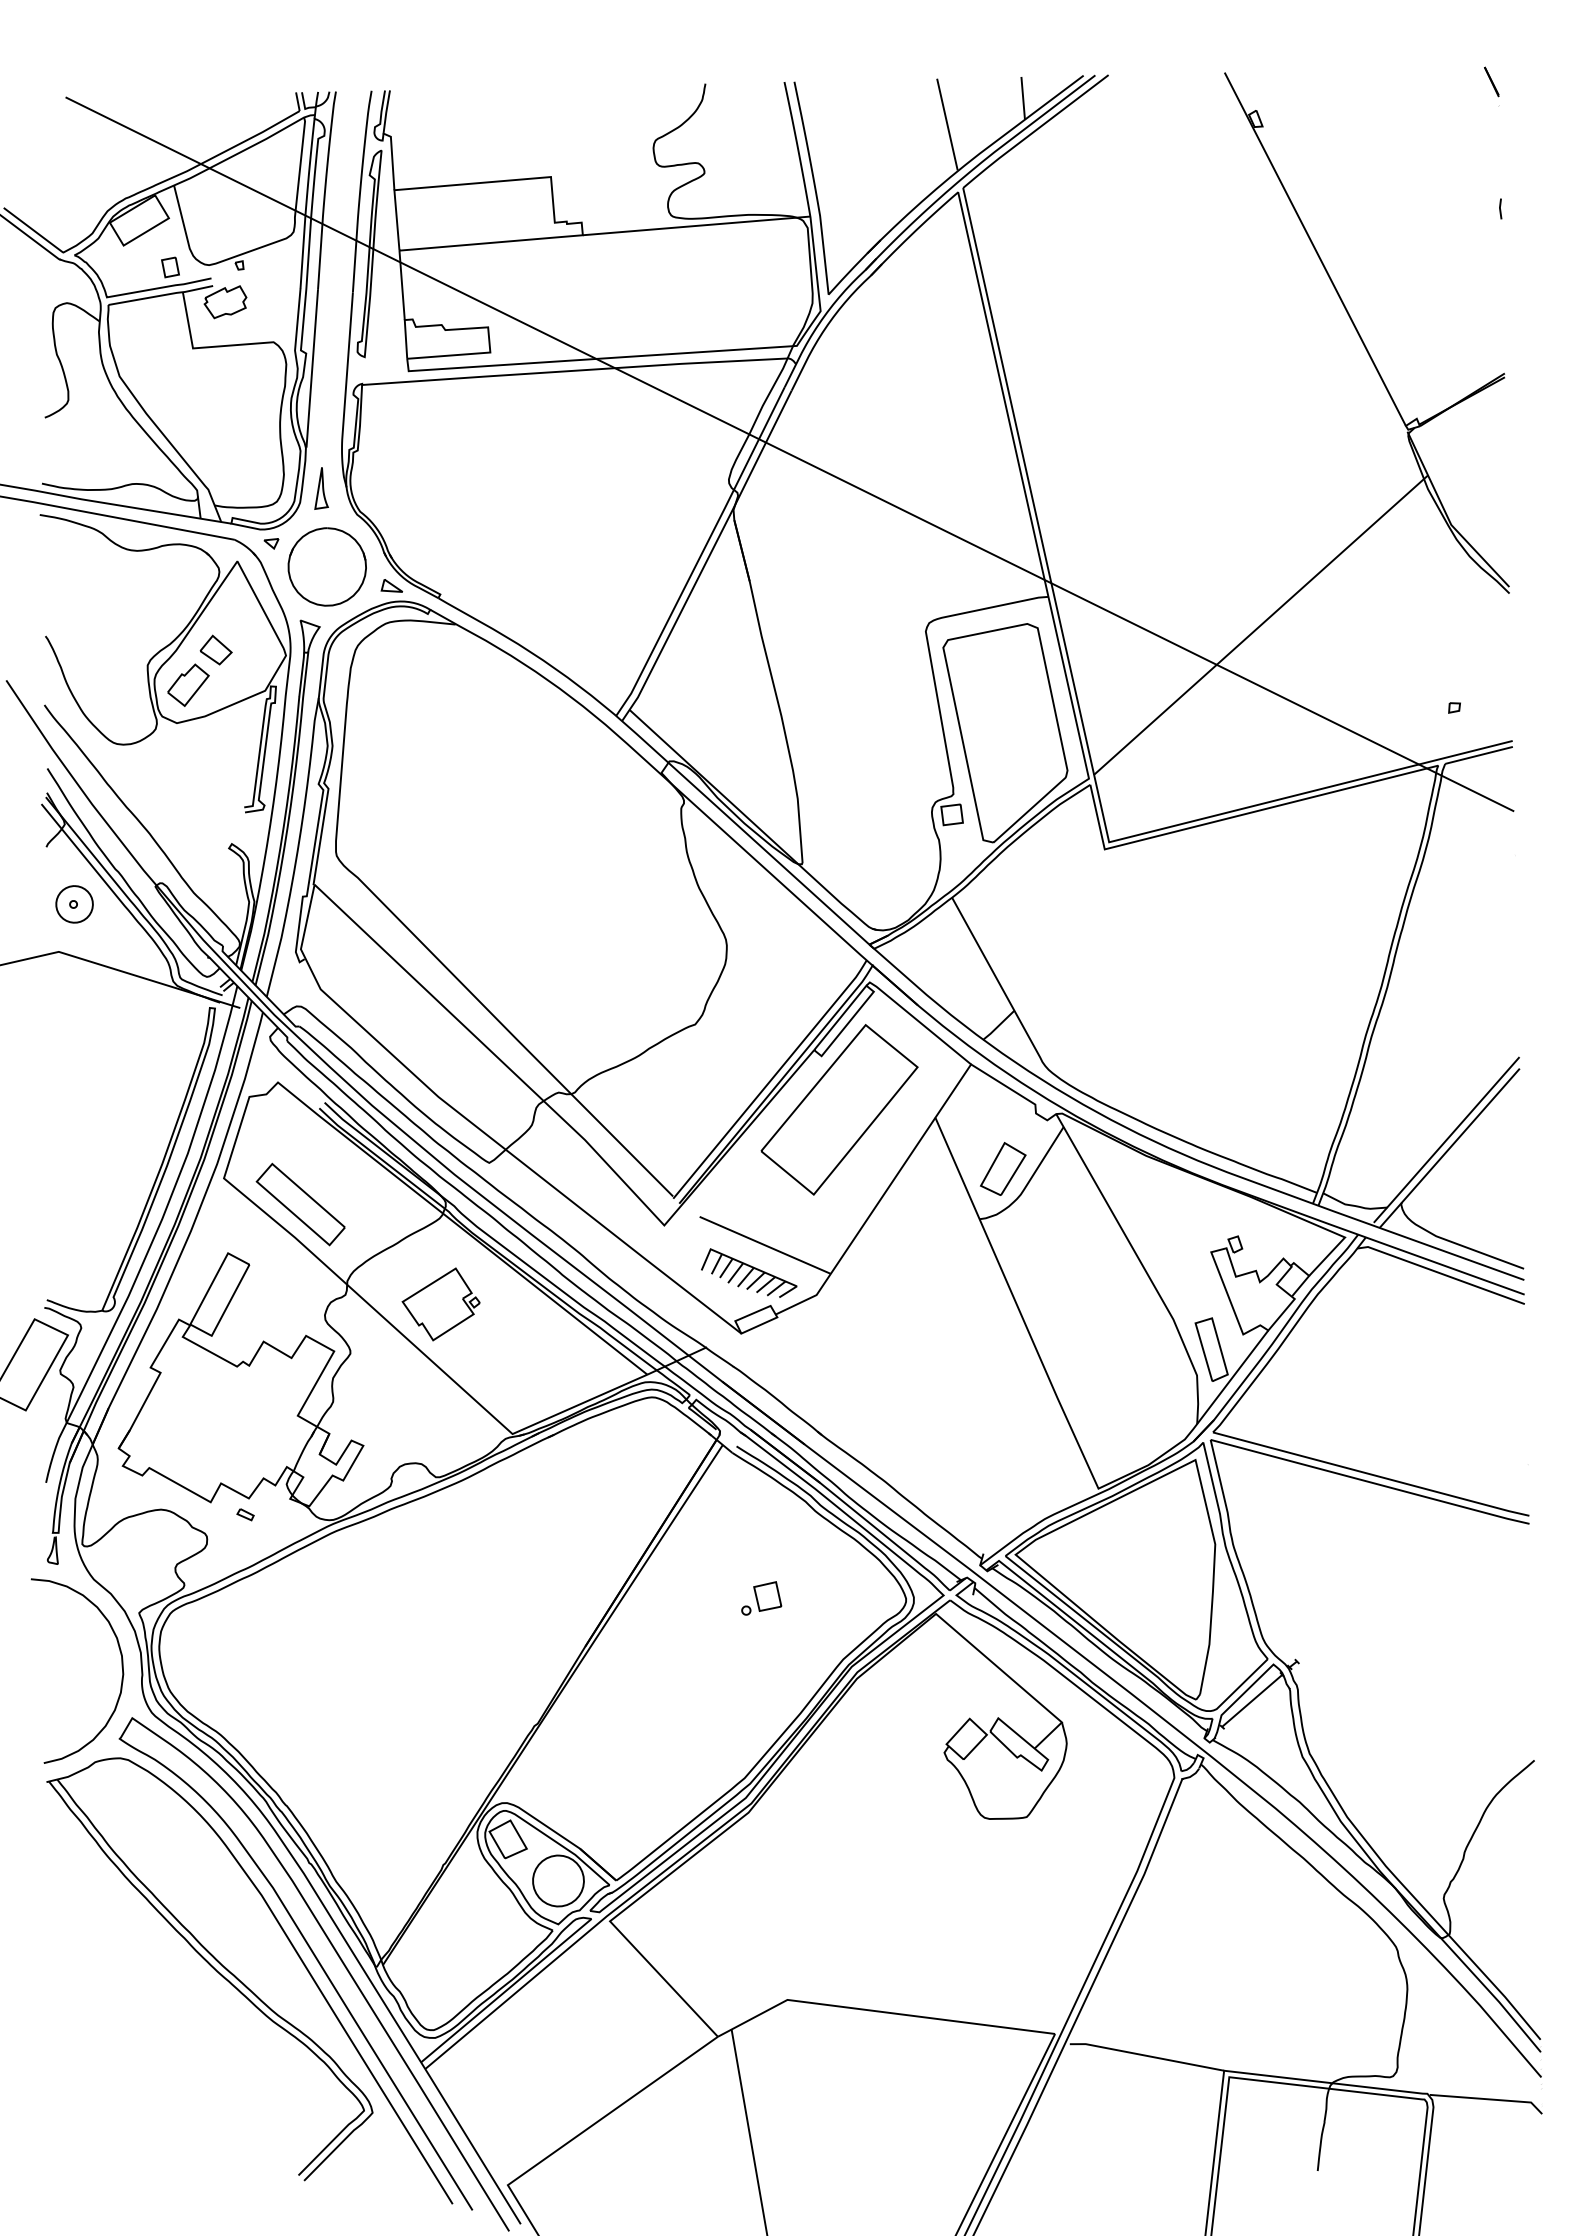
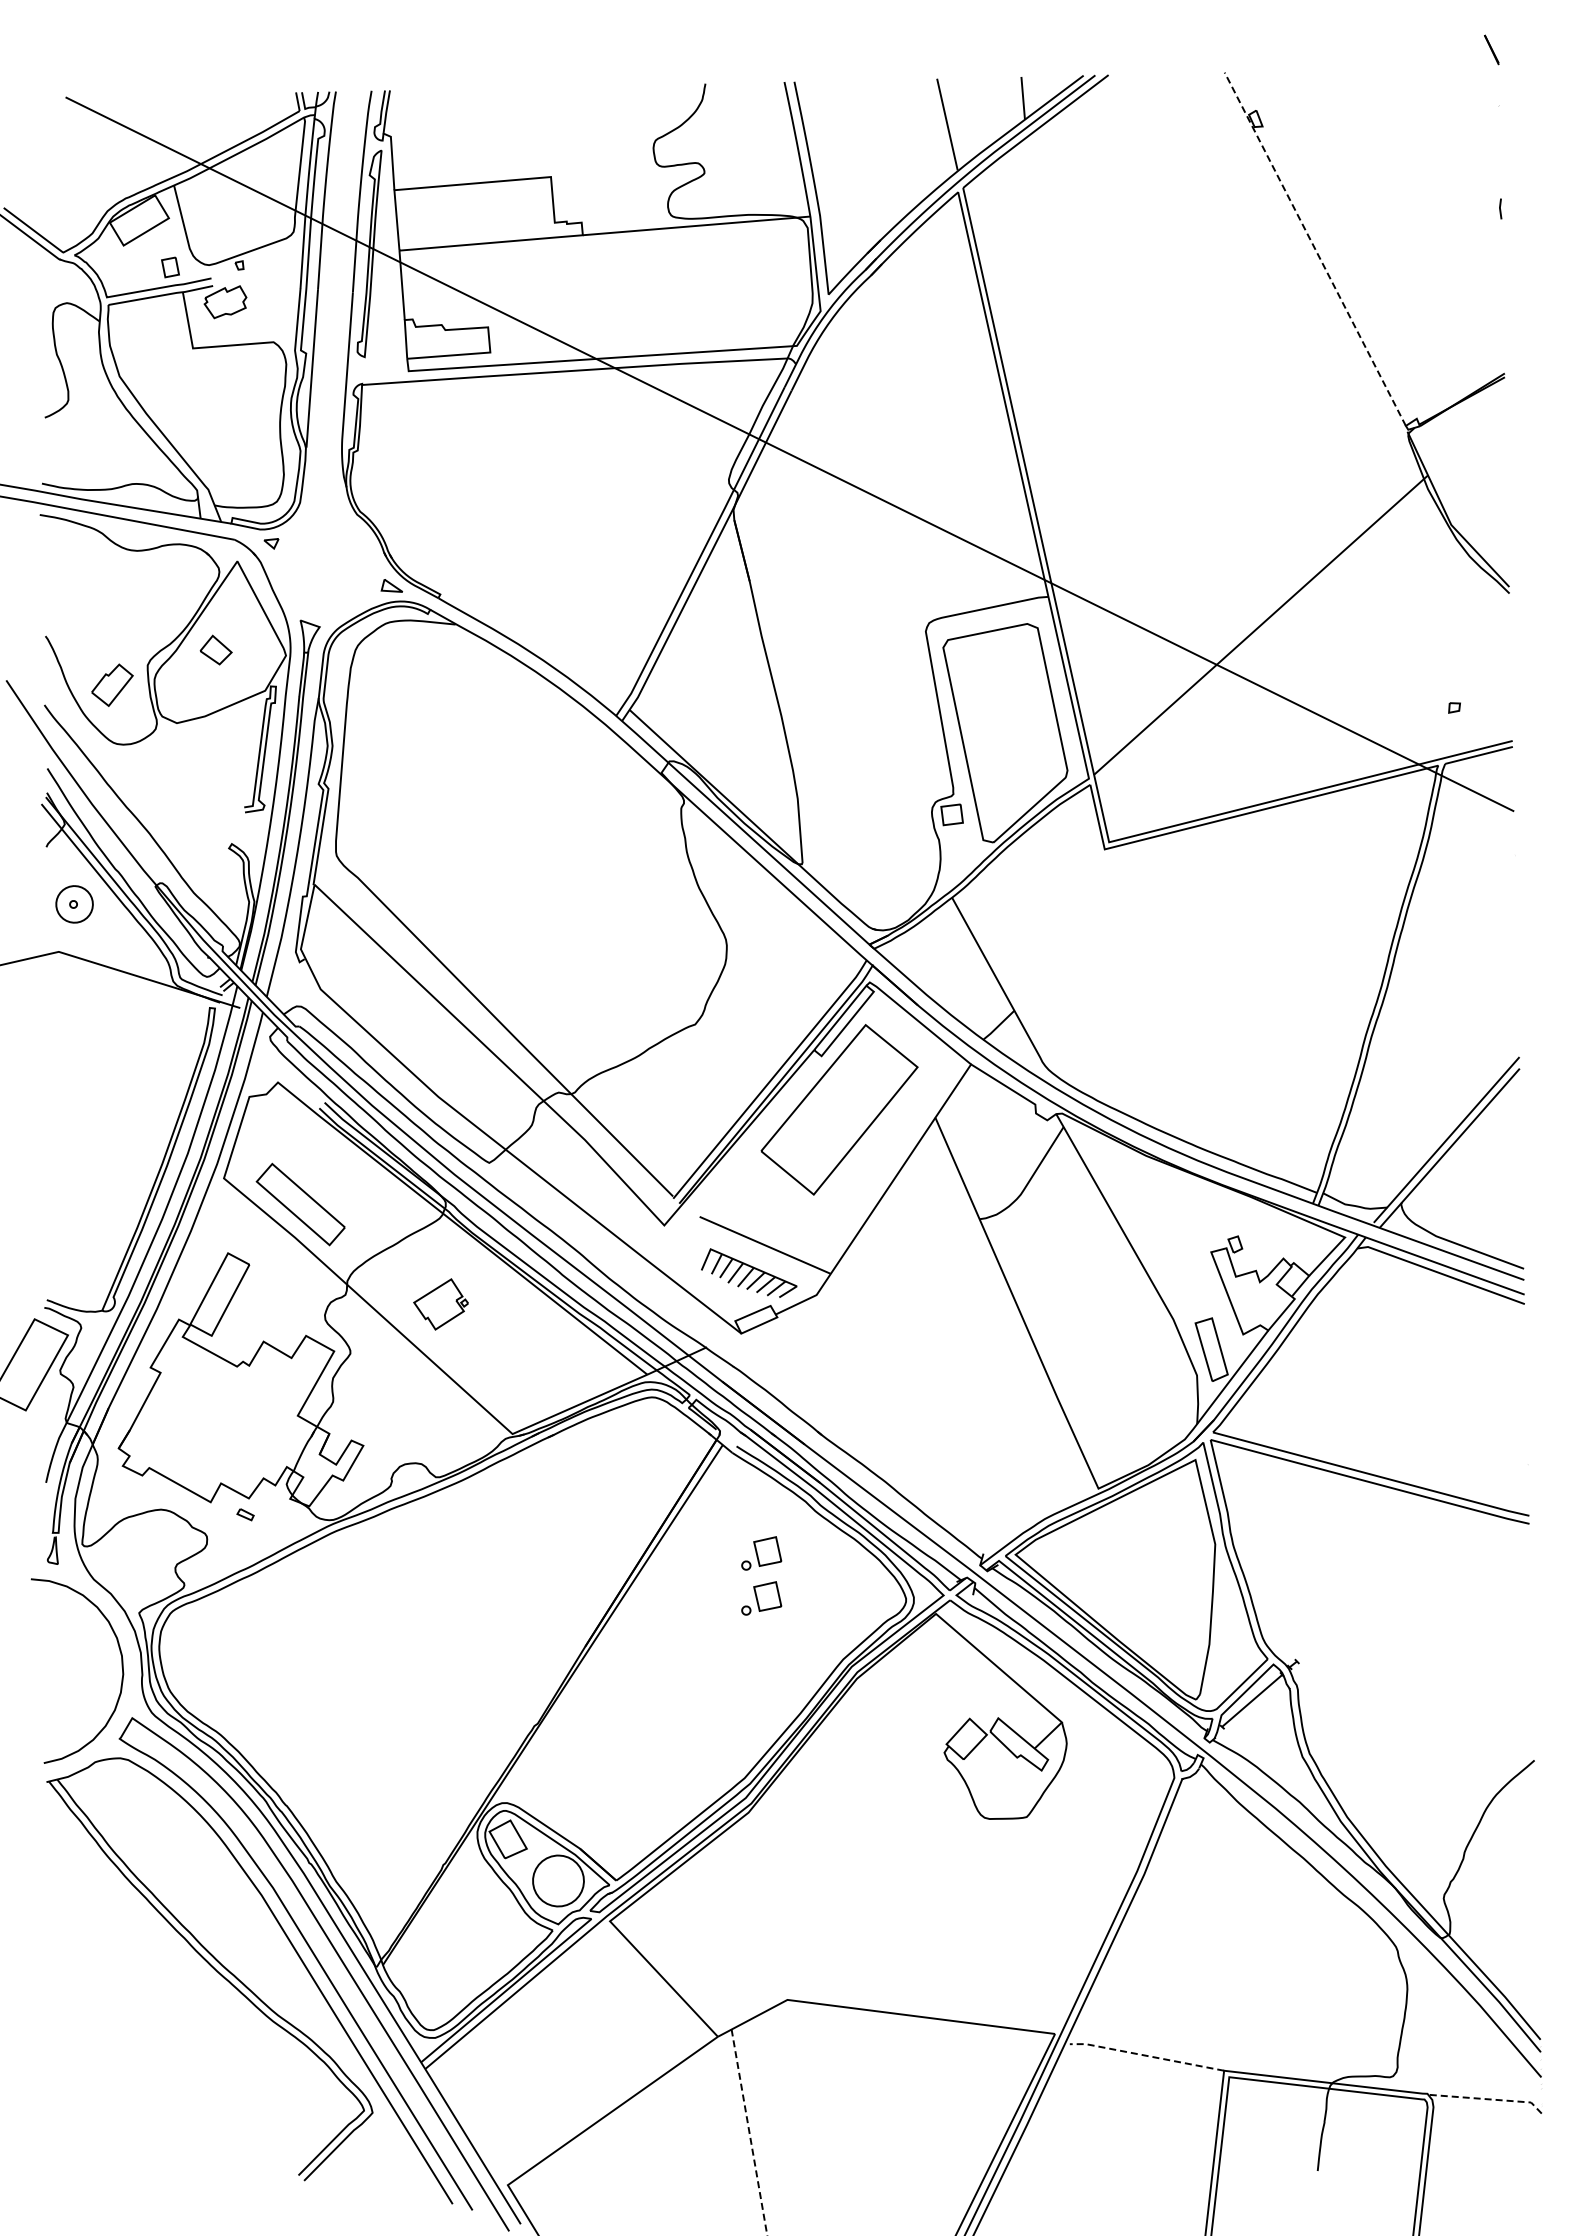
line at (1491, 81) position: (1491, 81) -> (1491, 49)
line at (1315, 249): solid -> dashed
part at (321, 488): present -> none
part at (326, 566): present -> none
part at (188, 684) position: (188, 684) -> (112, 684)
part at (1003, 1168): present -> none
part at (440, 1304) size: 80x75 px -> 56x53 px
part at (761, 1553): none -> present
line at (1146, 2055): solid -> dashed
line at (1489, 2099): solid -> dashed
line at (749, 2131): solid -> dashed
